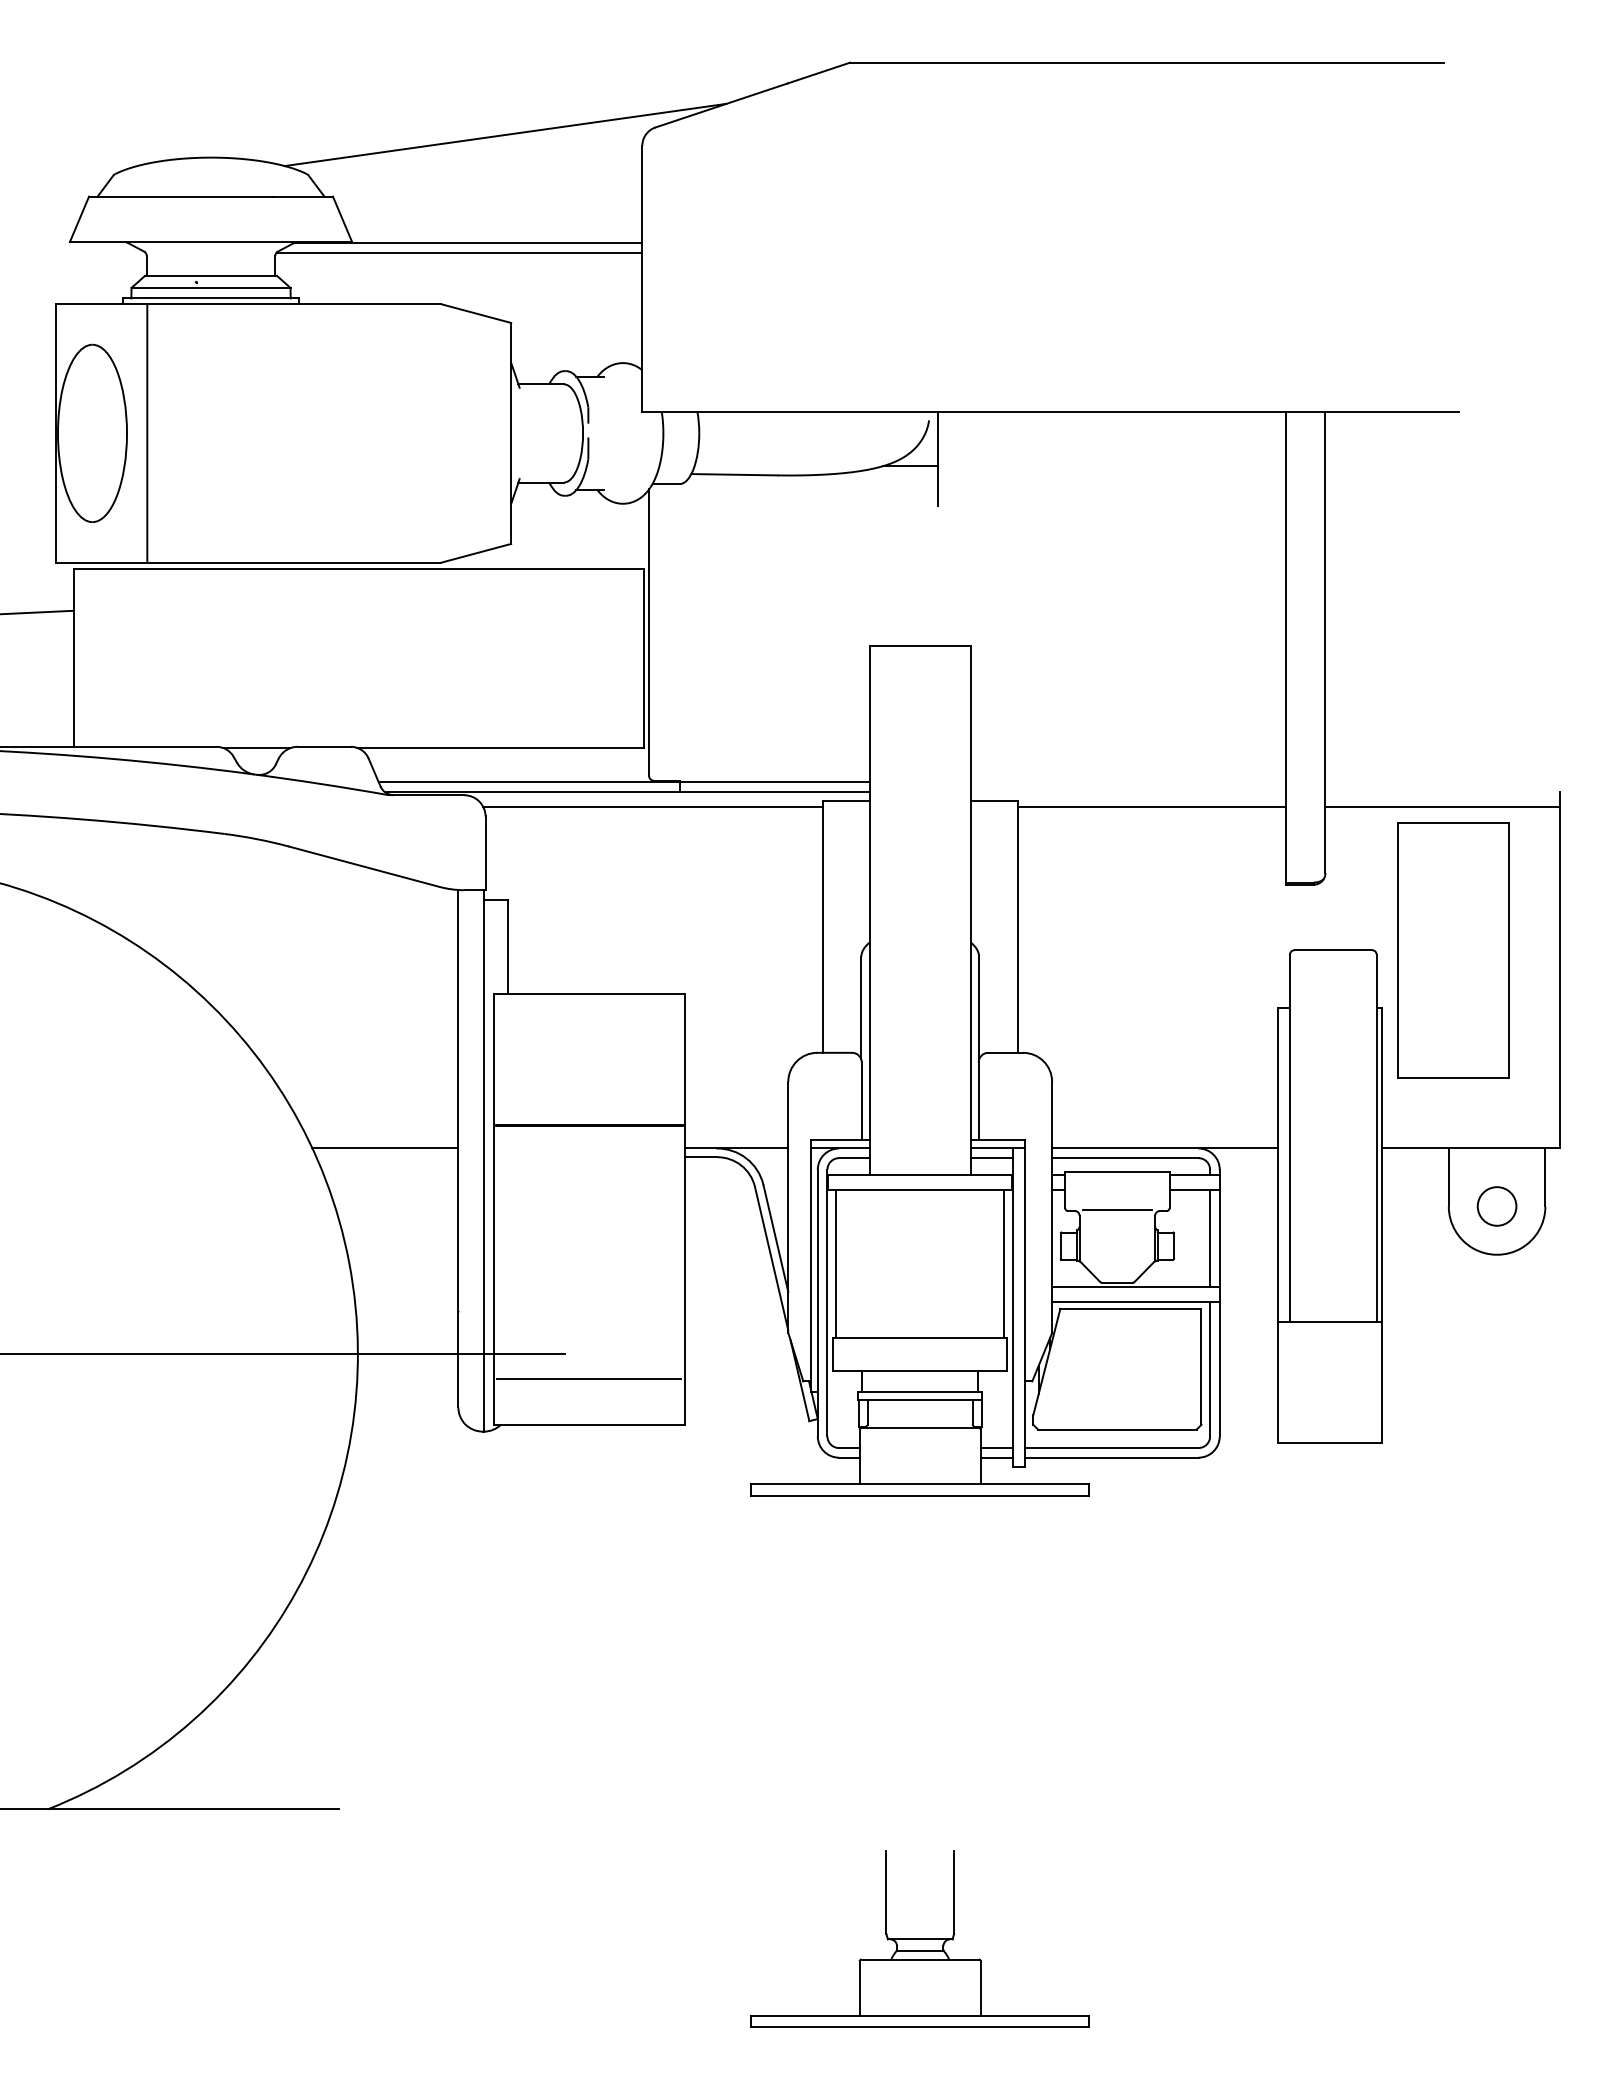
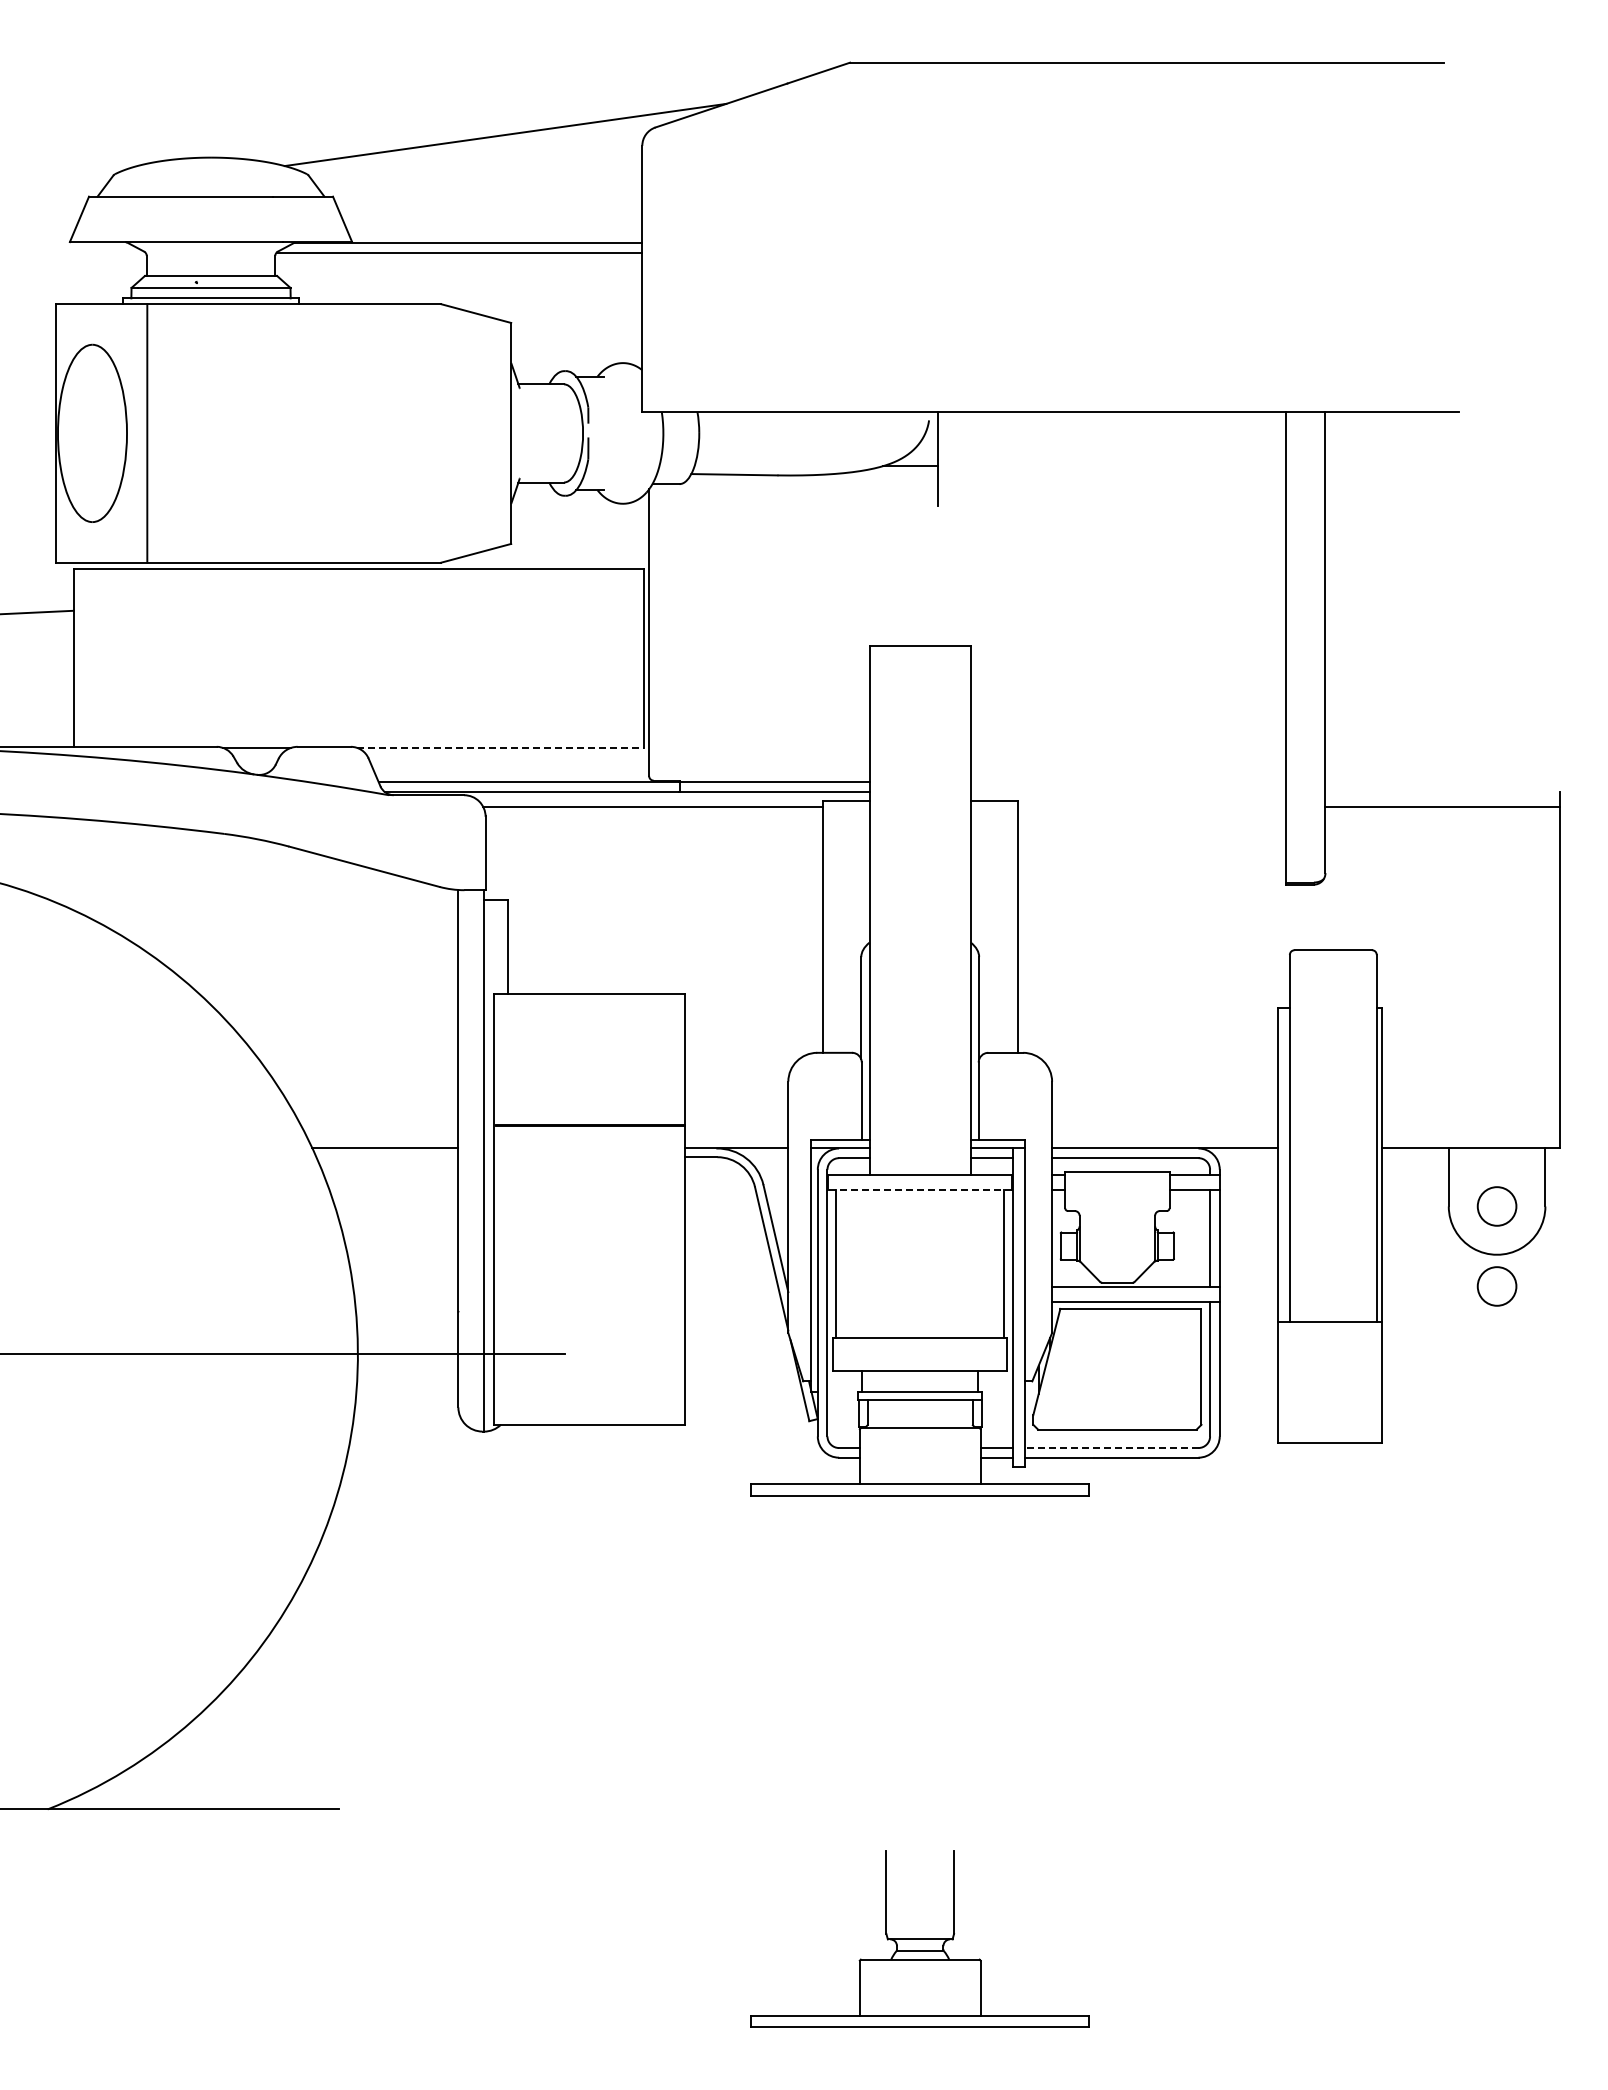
line at (501, 747): solid -> dashed
line at (1151, 807): present -> none
part at (1453, 950): present -> none
line at (920, 1190): solid -> dashed
line at (1117, 1209): present -> none
circle at (1496, 1286): none -> present
line at (589, 1379): present -> none
line at (1111, 1448): solid -> dashed
